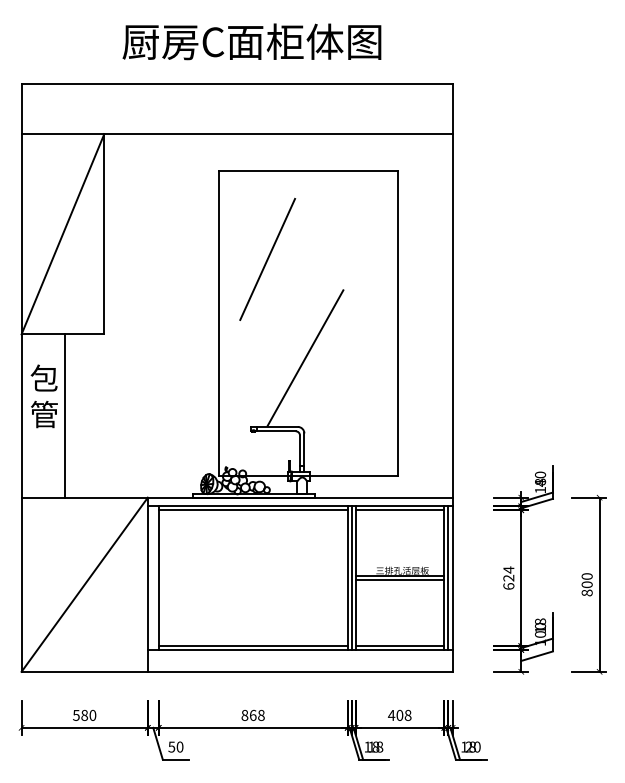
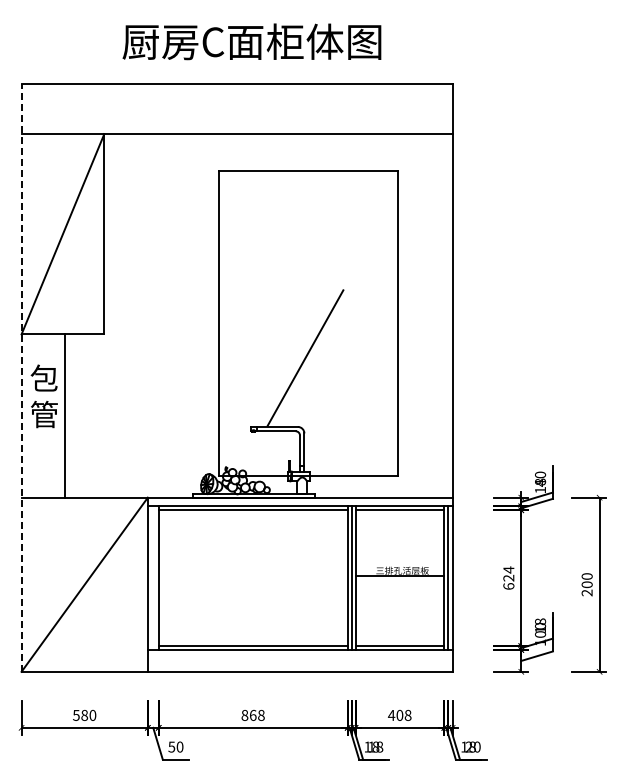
line at (267, 258): present -> none
line at (21, 377): solid -> dashed
line at (399, 580): present -> none
text at (586, 592): 800 -> 200
